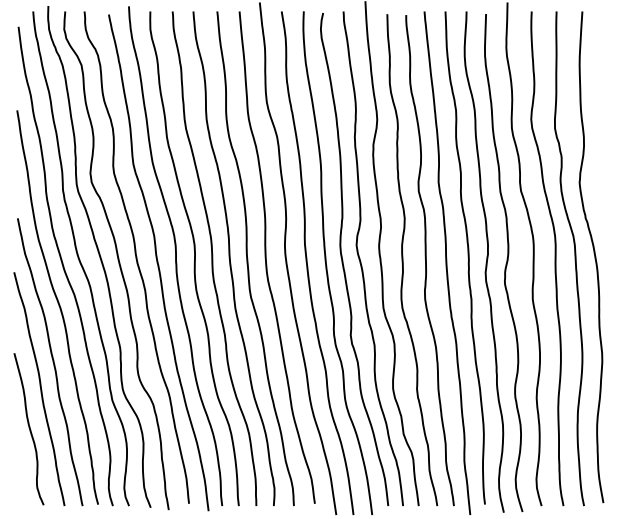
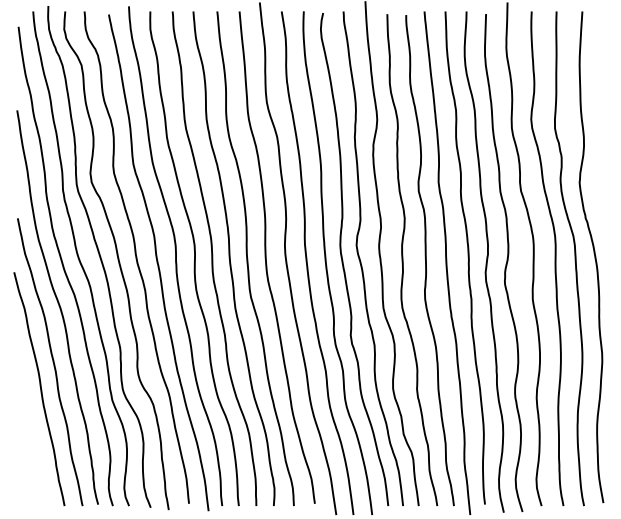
curve at (28, 428): present -> none
